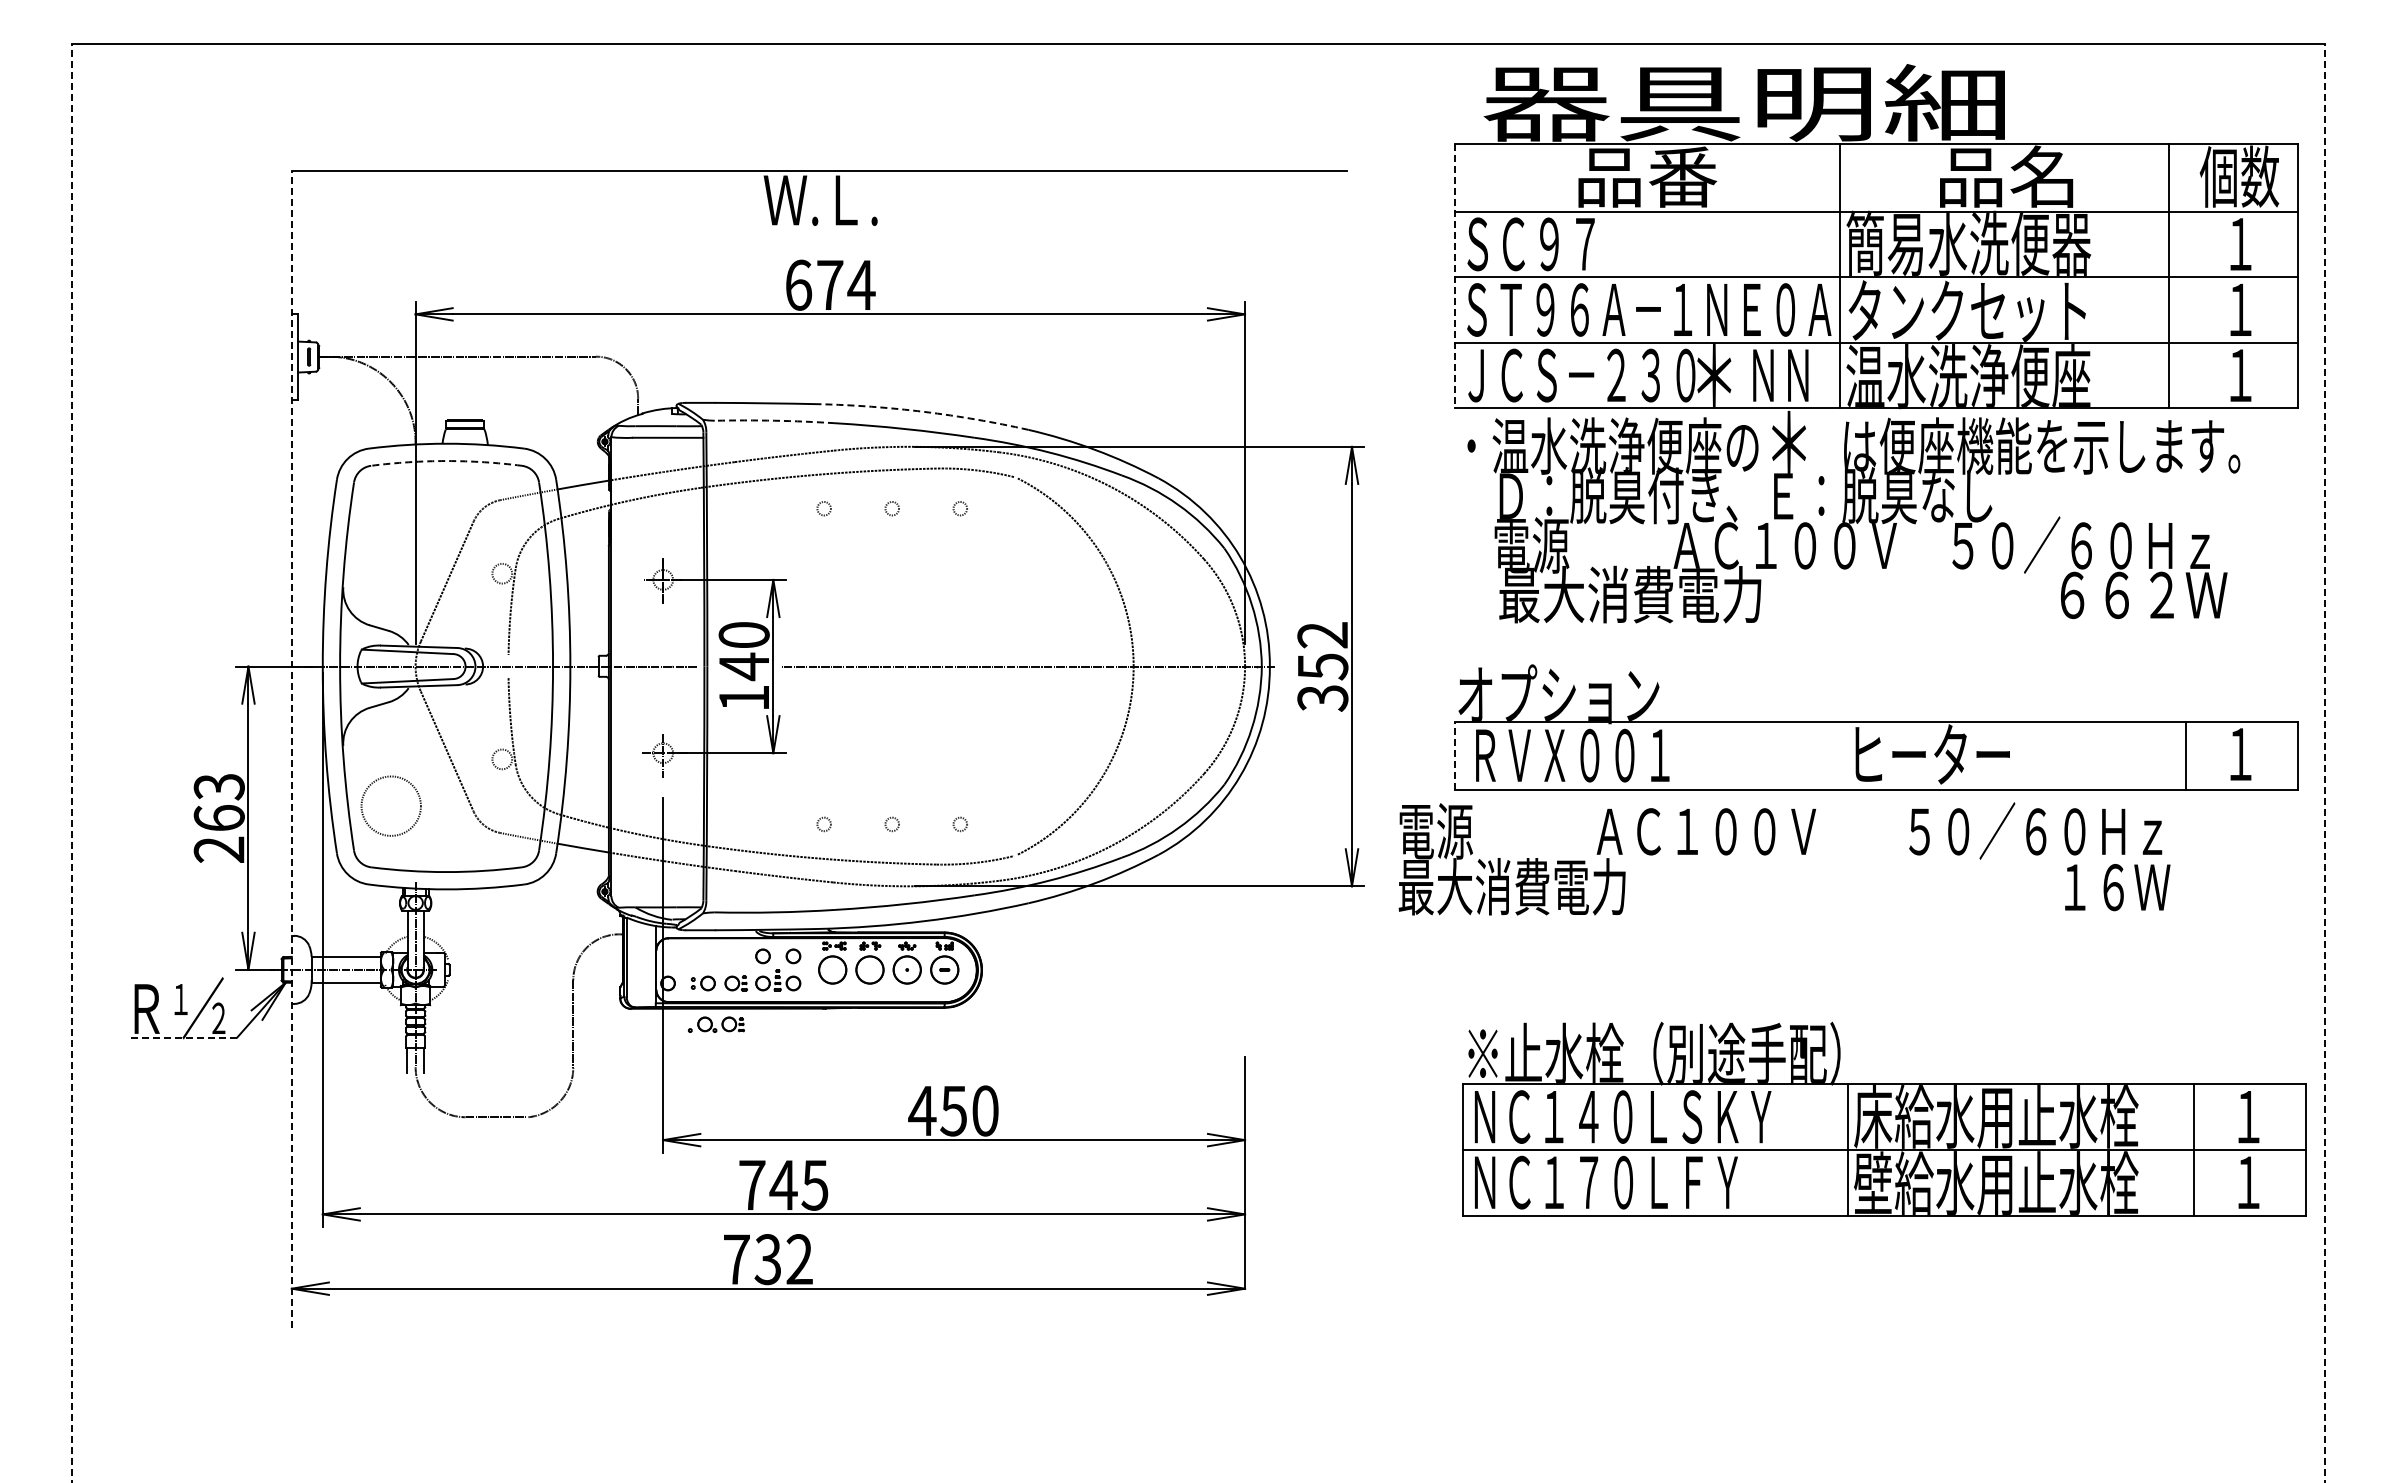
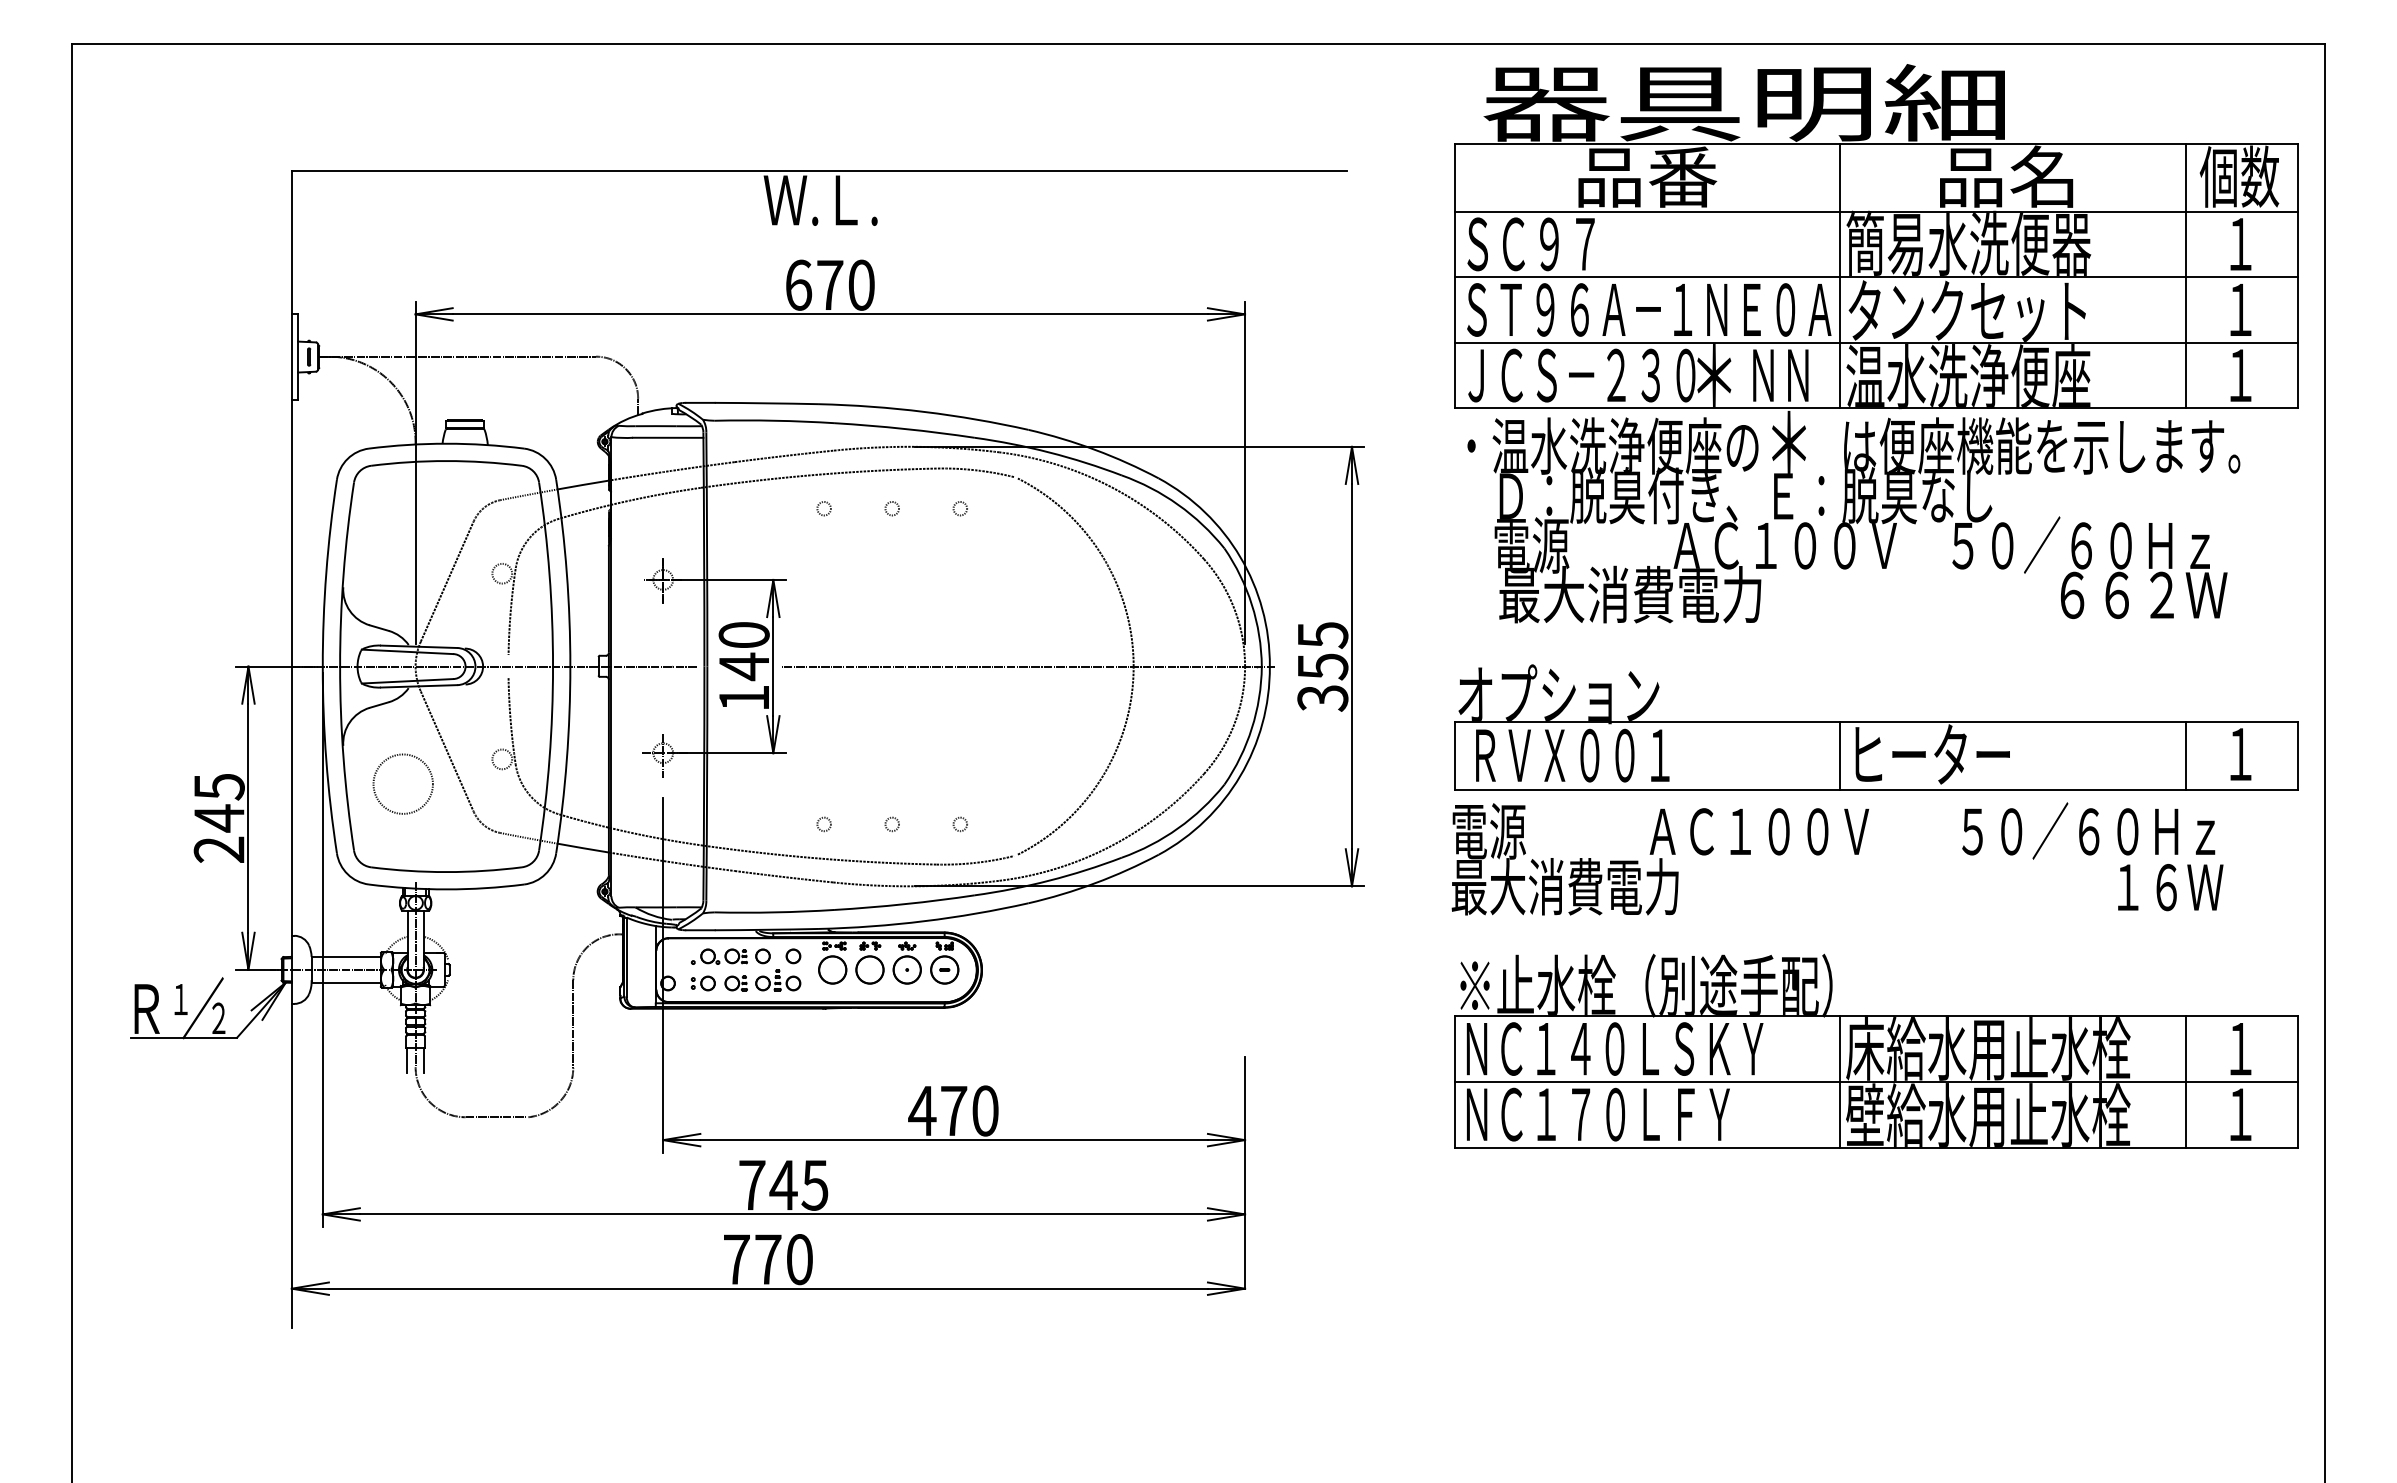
line at (2169, 275) position: (2169, 275) -> (2186, 275)
line at (1454, 276): dashed -> solid
text at (861, 284): 674 -> 670
arc at (924, 411): dashed -> solid
arc at (774, 420): dashed -> solid
arc at (446, 461): dashed -> solid
text at (1322, 635): 352 -> 355
line at (291, 749): dashed -> solid
line at (1454, 755): dashed -> solid
line at (1839, 755): none -> present
line at (71, 763): dashed -> solid
line at (2325, 763): dashed -> solid
text at (218, 803): 263 -> 245
circle at (390, 805) position: (390, 805) -> (402, 783)
text at (1784, 858) position: (1784, 858) -> (1837, 858)
part at (715, 1024) position: (715, 1024) -> (718, 956)
line at (183, 1038): dashed -> solid
text at (953, 1111): 450 -> 470
part at (1884, 1118) position: (1884, 1118) -> (1876, 1050)
text at (783, 1259): 732 -> 770
